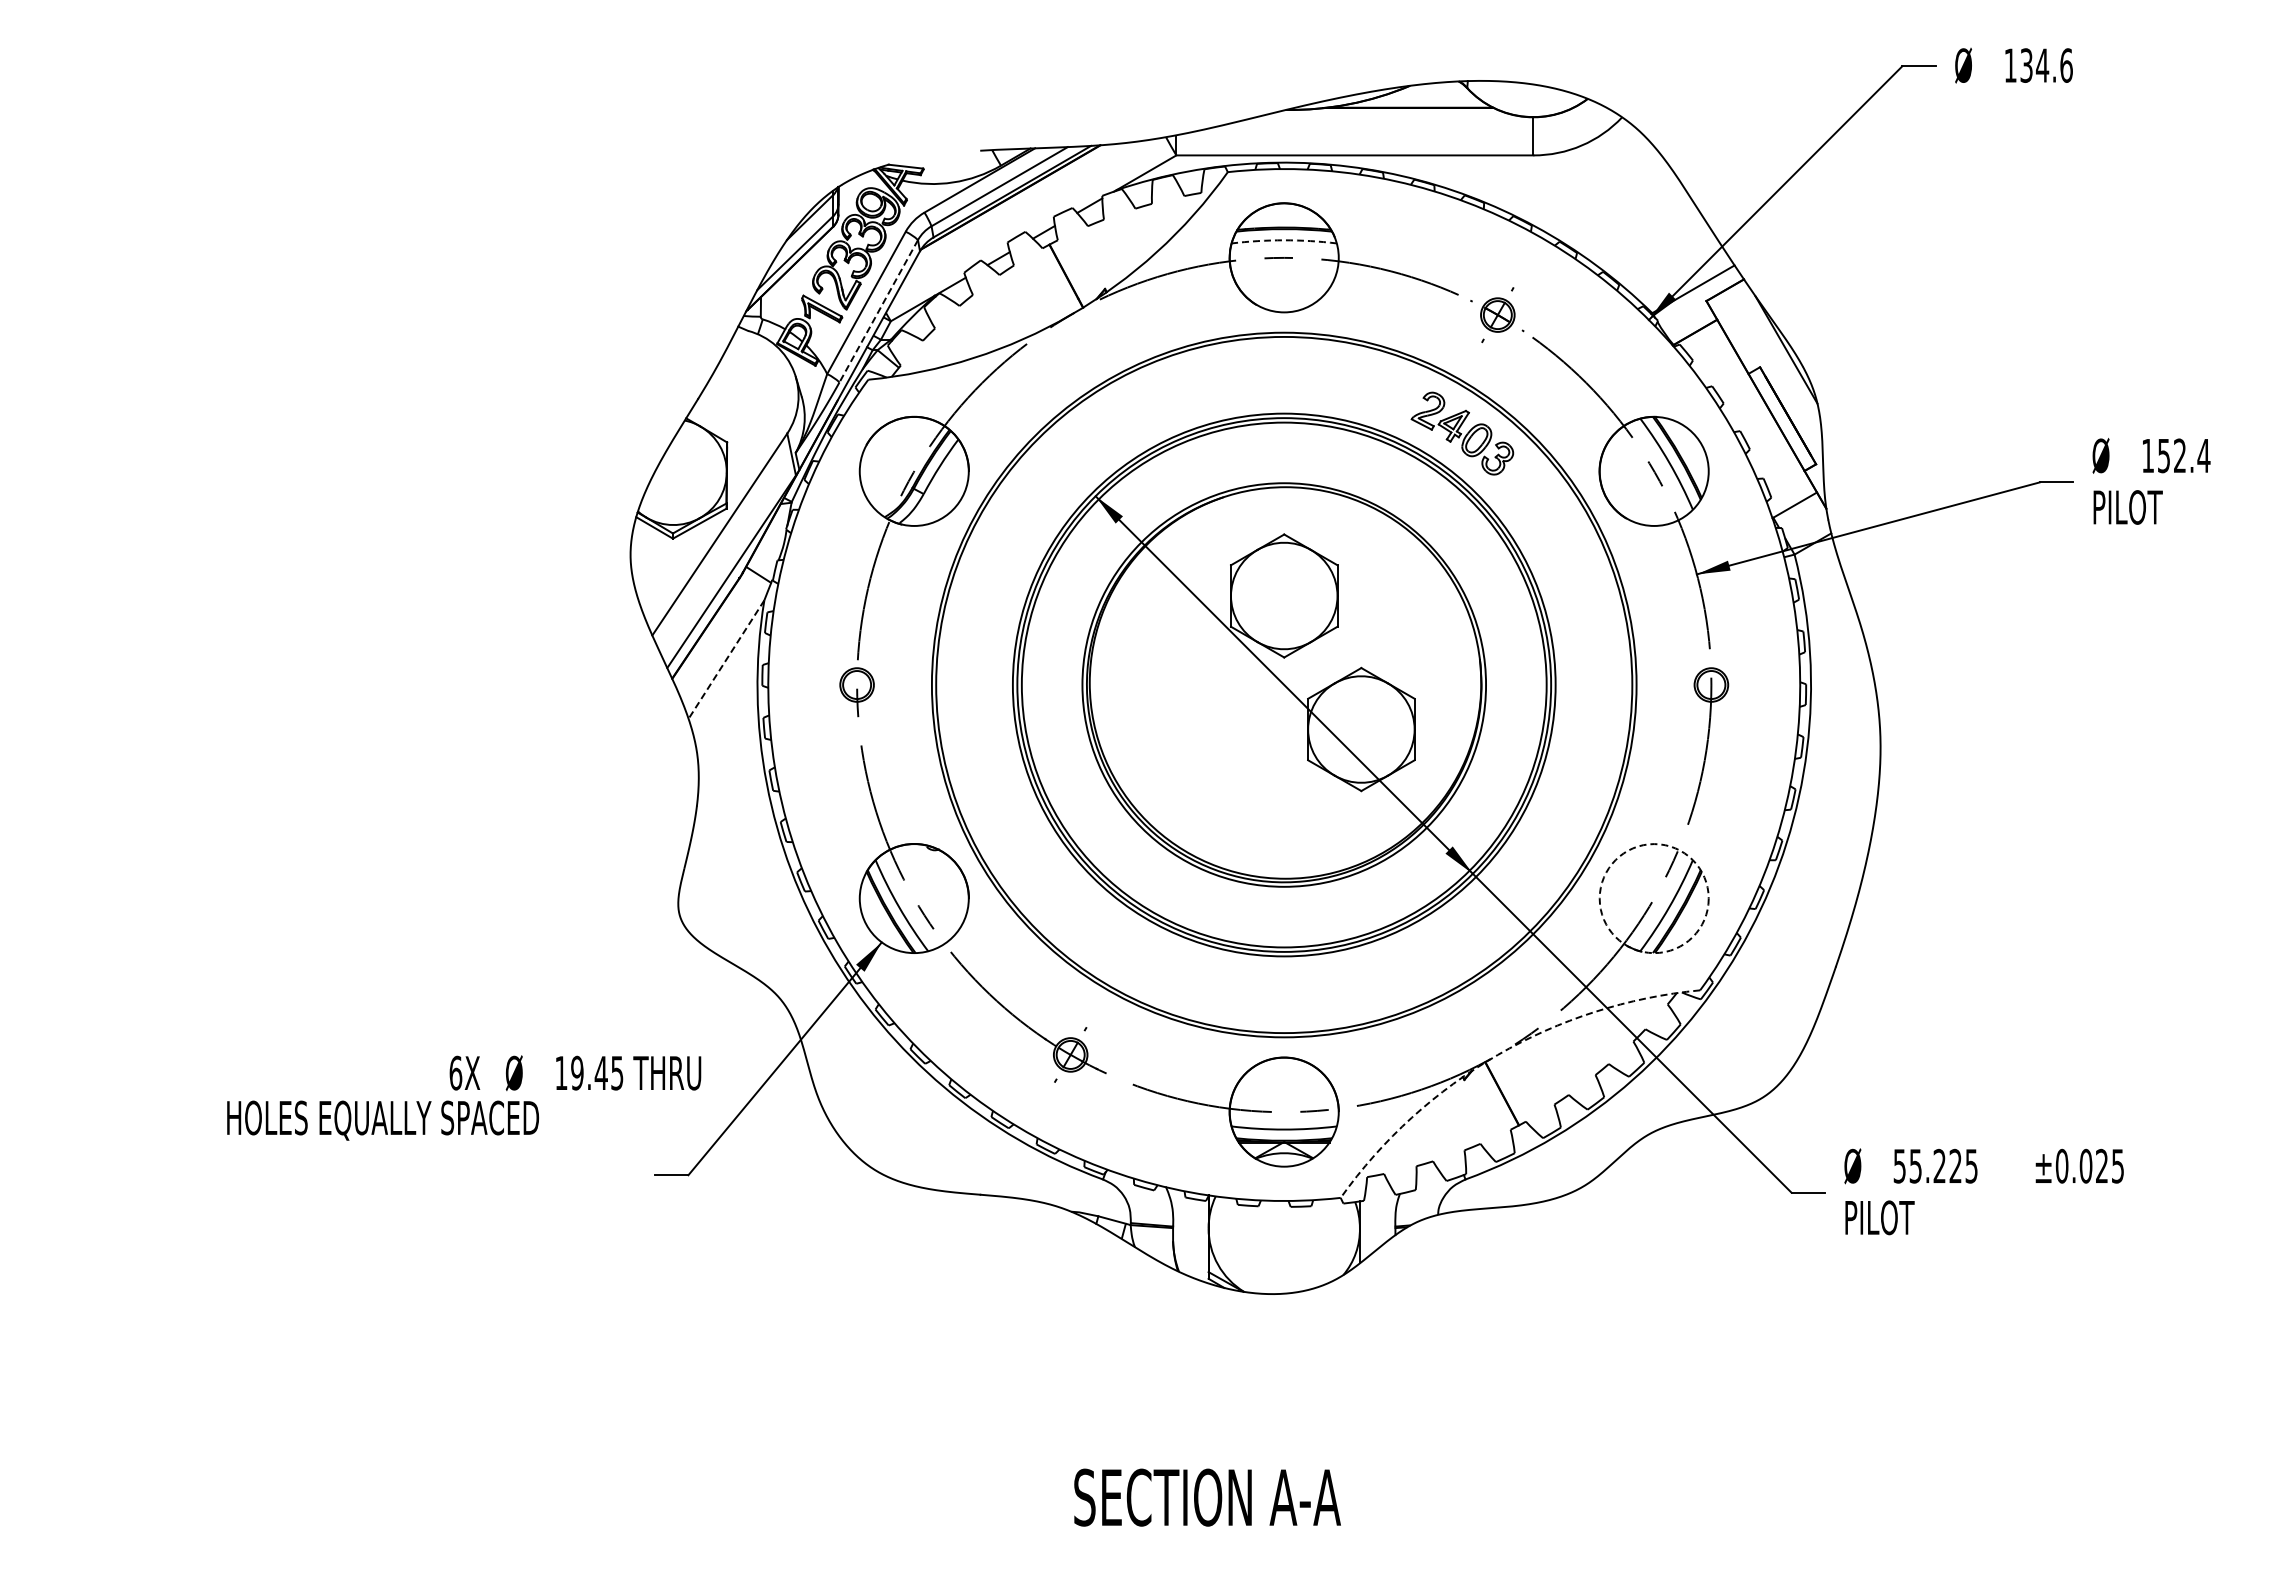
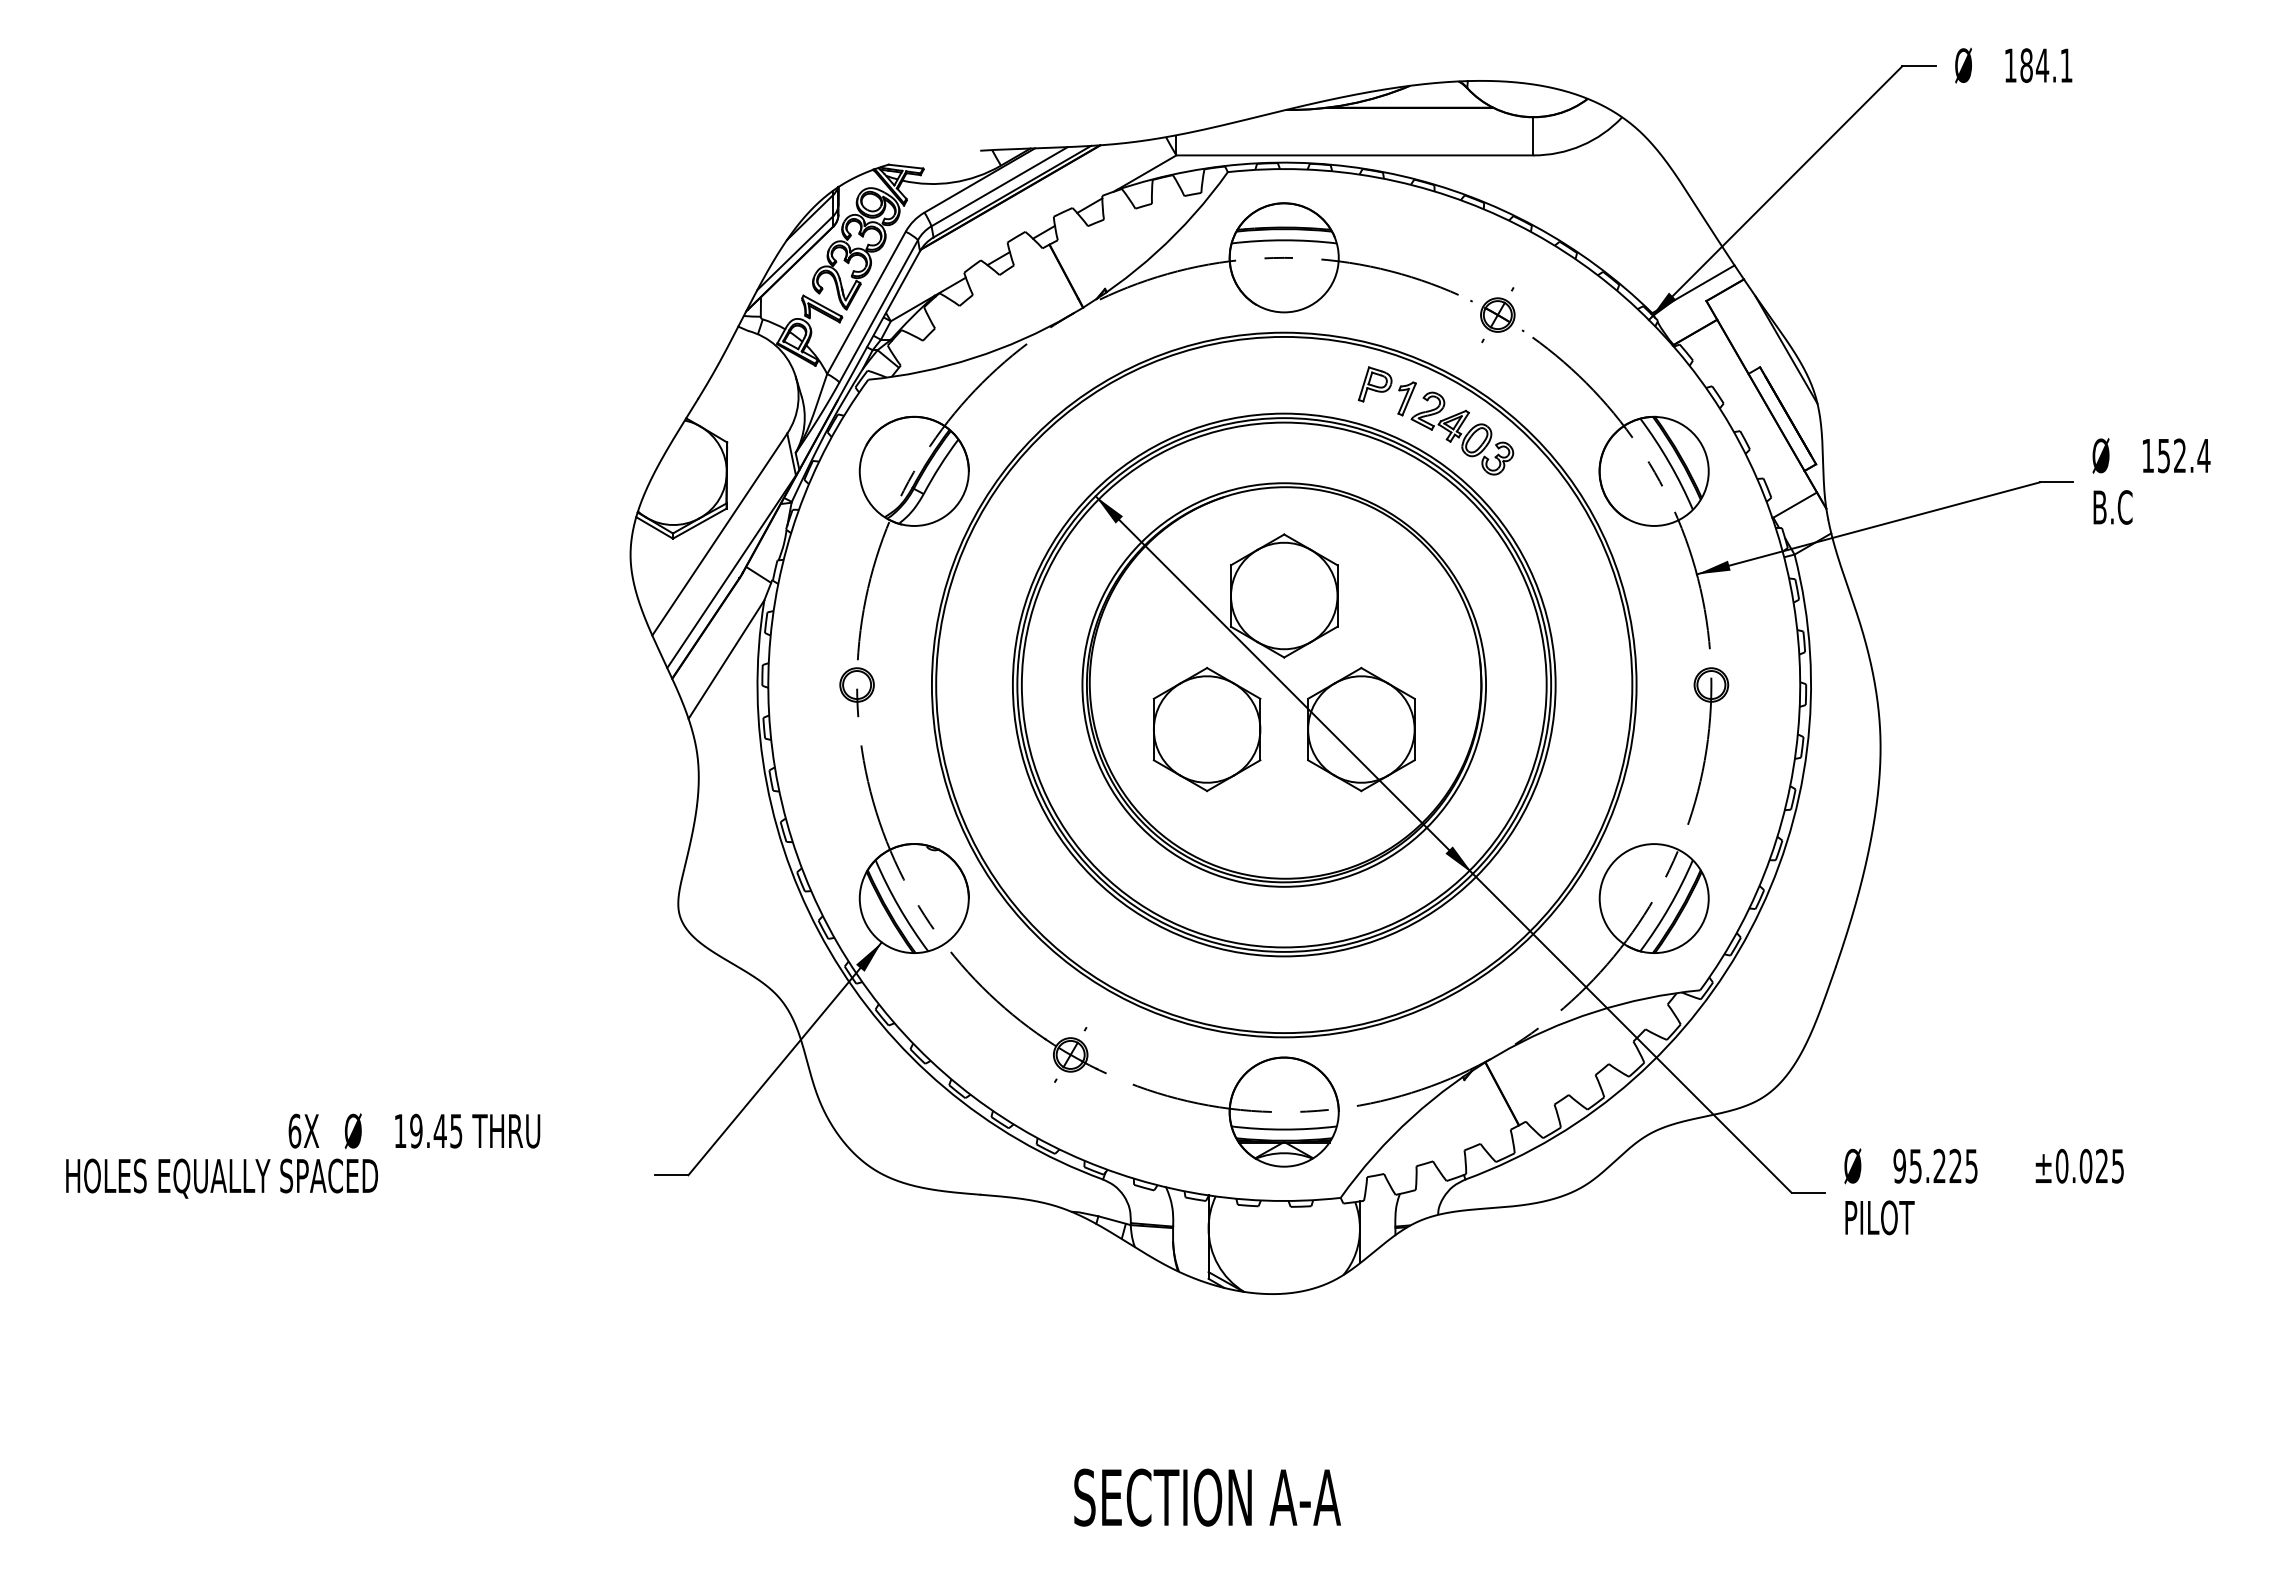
text at (2046, 65): 134.6 -> 184.1
arc at (1284, 240): dashed -> solid
line at (878, 311): dashed -> solid
part at (1386, 391): none -> present
text at (2129, 507): PILOT -> B.C
line at (726, 660): dashed -> solid
part at (1206, 729): none -> present
circle at (1653, 898): dashed -> solid
arc at (1497, 1054): dashed -> solid
text at (464, 1097) position: (464, 1097) -> (303, 1155)
text at (1899, 1165): 55.225 -> 95.225
